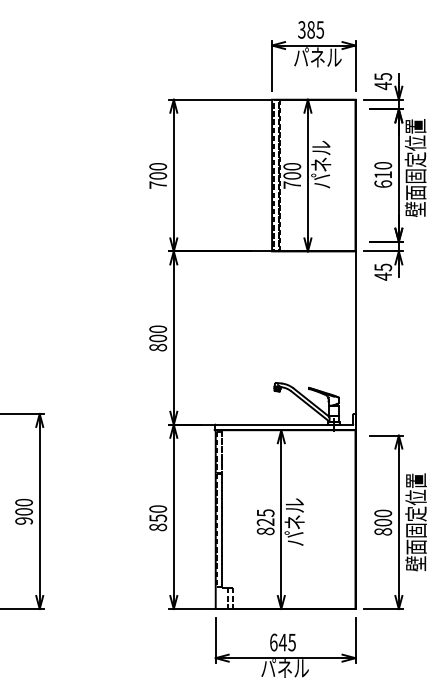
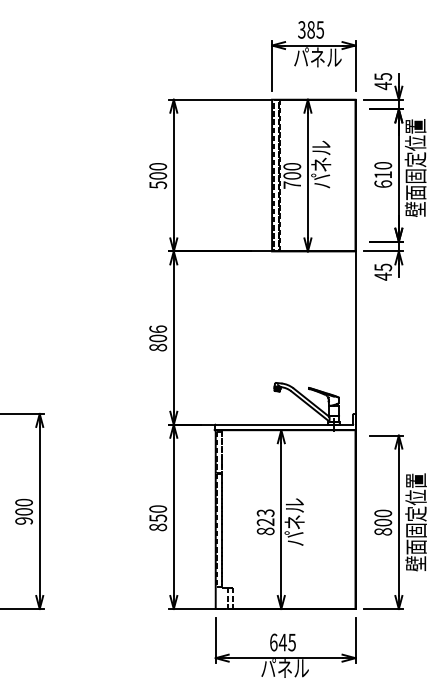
text at (158, 184): 700 -> 500
text at (157, 328): 800 -> 806
text at (264, 512): 825 -> 823
